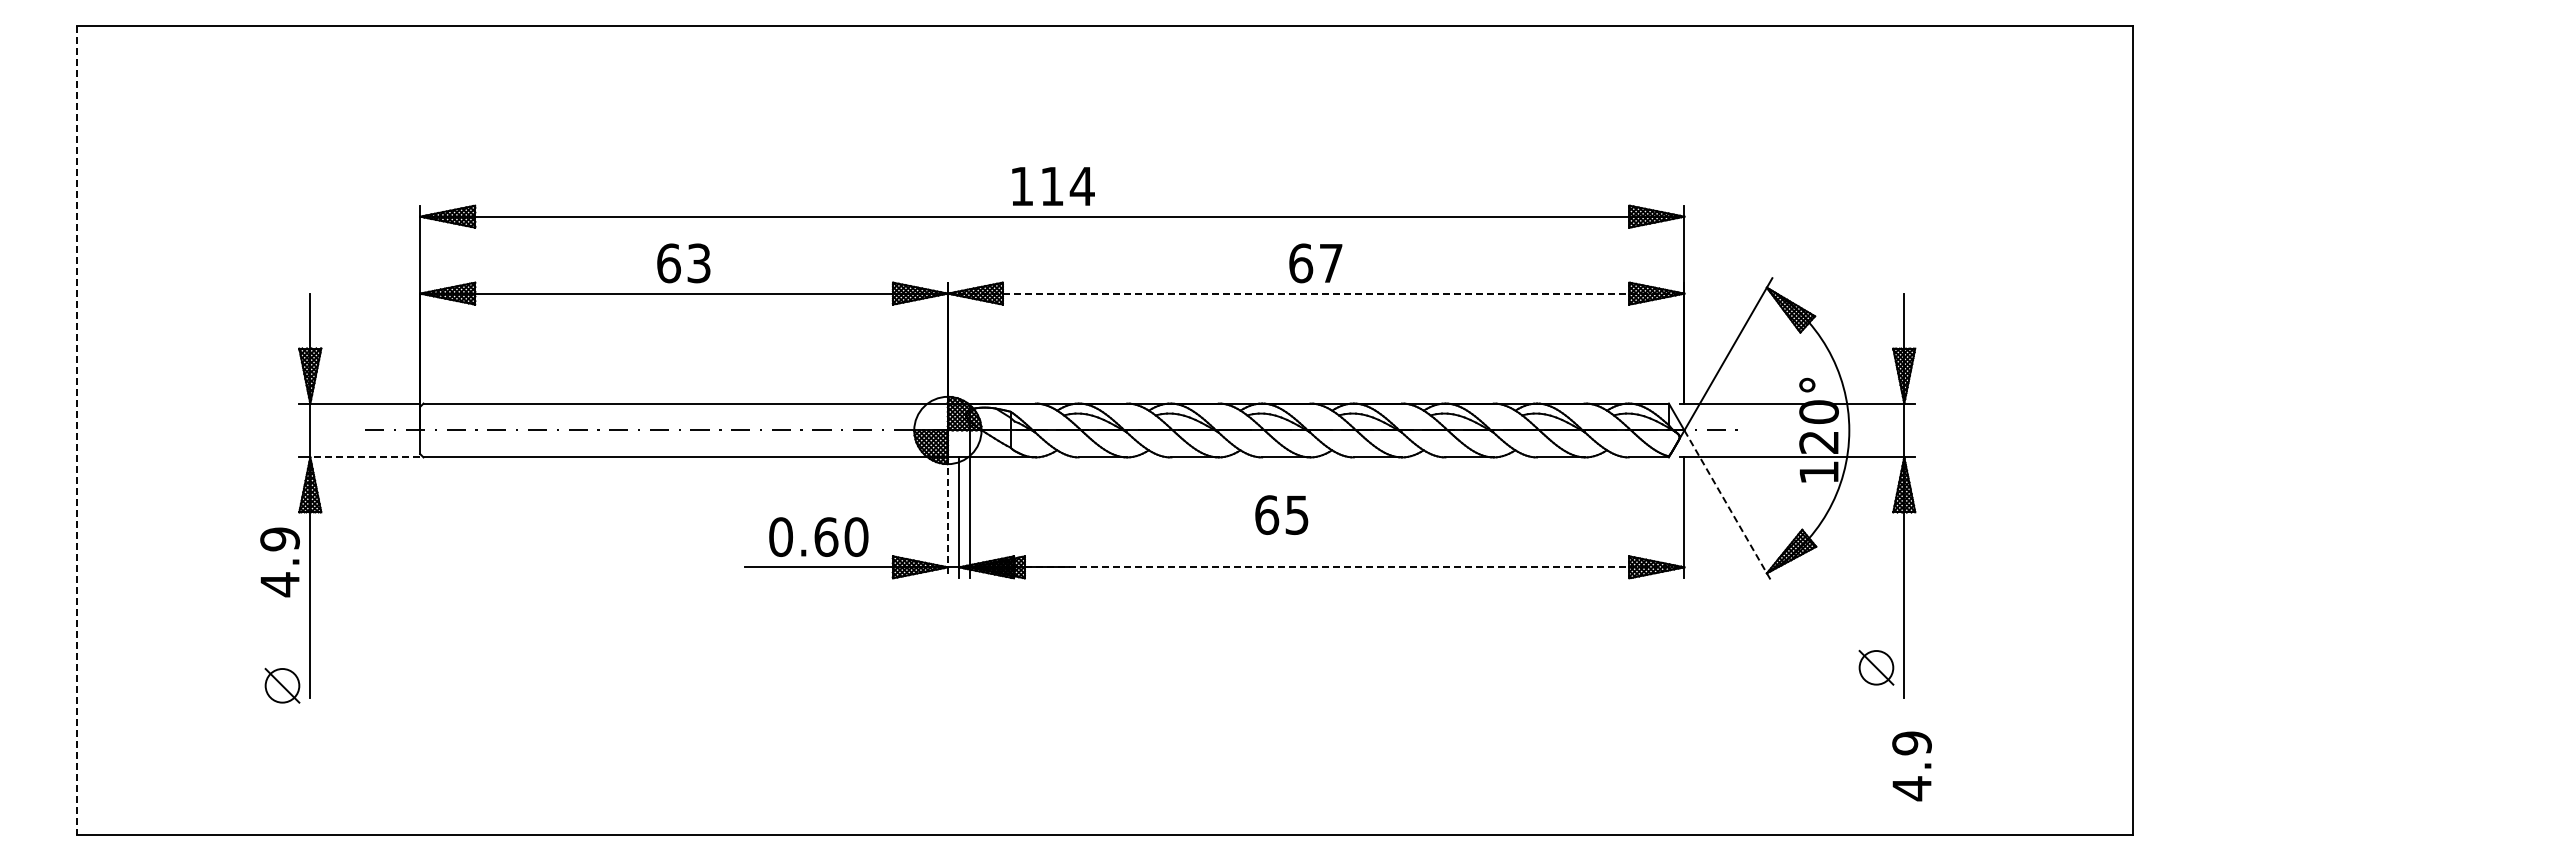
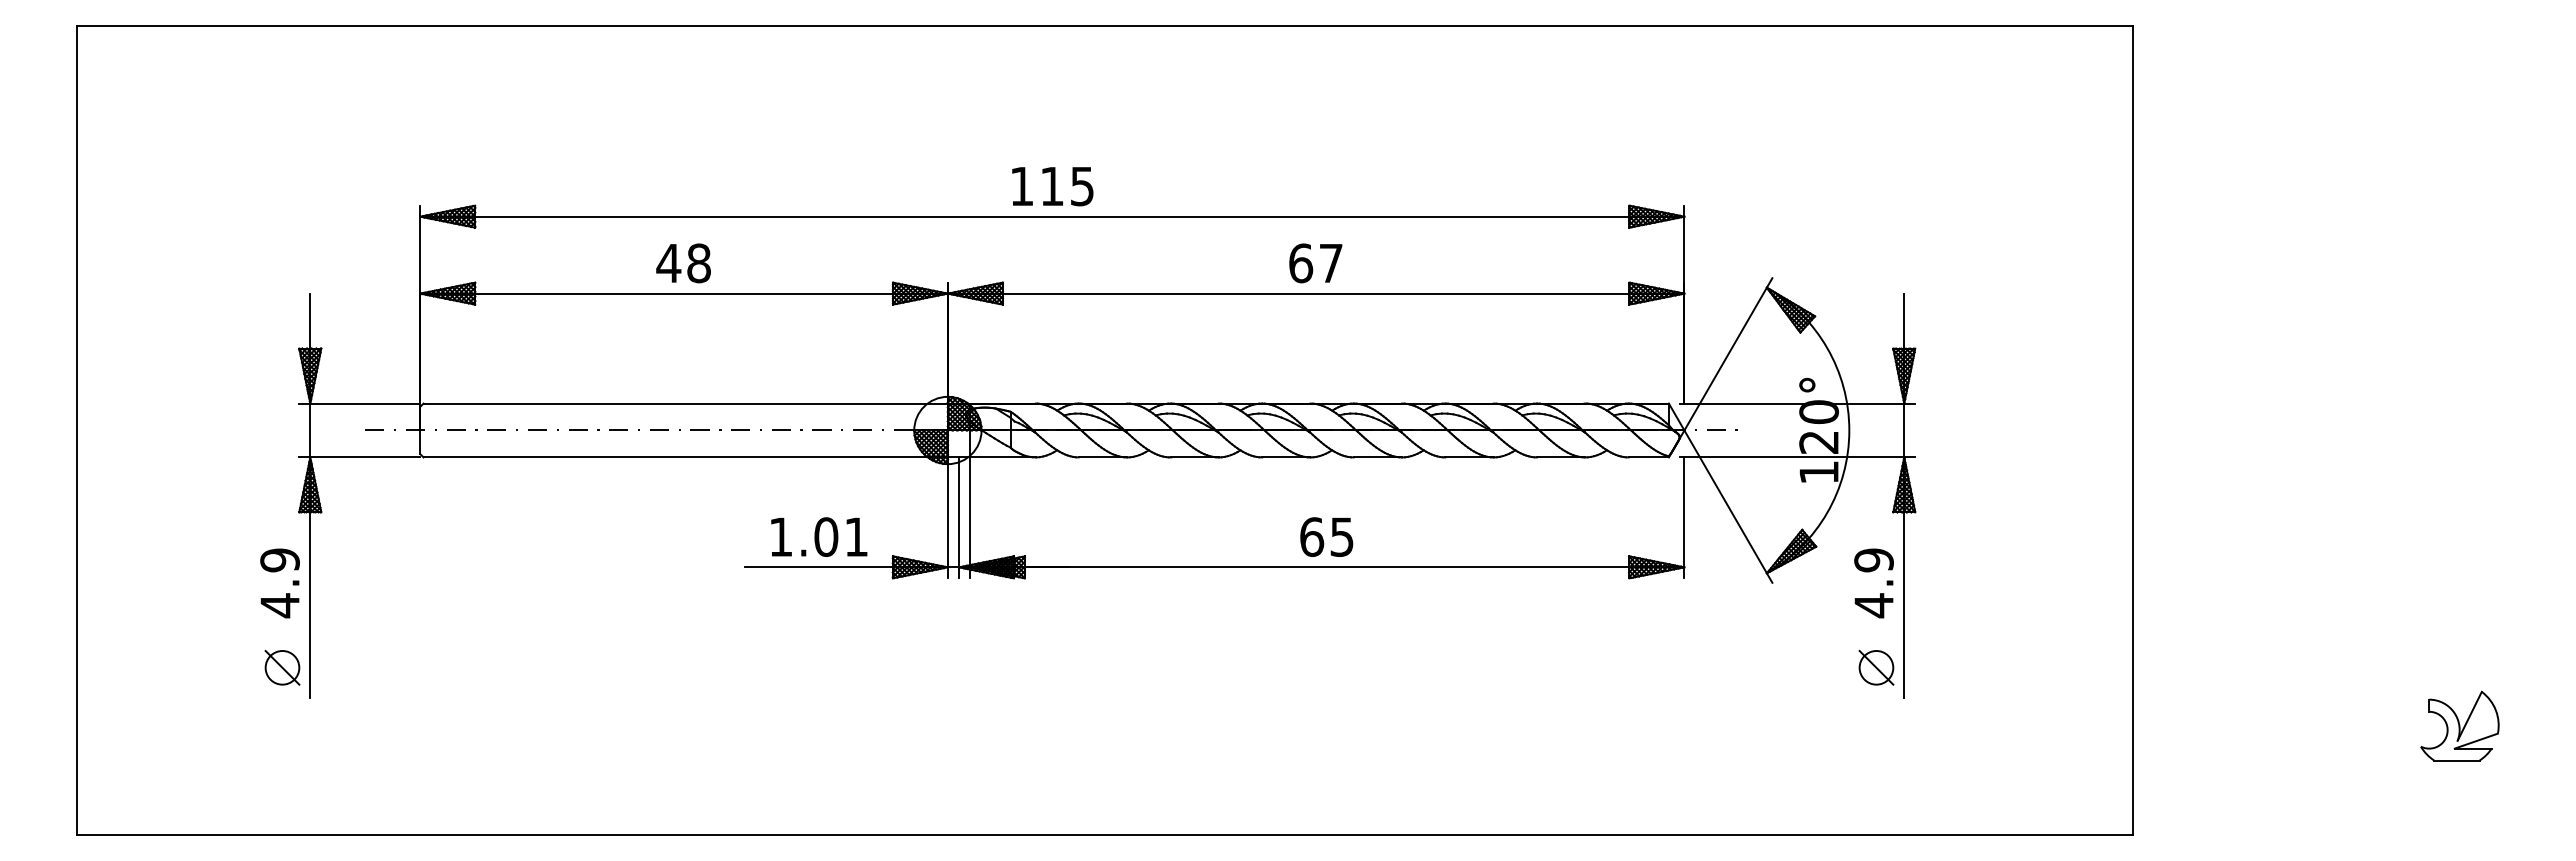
text at (1081, 186): 114 -> 115
text at (683, 263): 63 -> 48
line at (1316, 293): dashed -> solid
line at (77, 430): dashed -> solid
line at (365, 457): dashed -> solid
line at (1728, 506): dashed -> solid
text at (1281, 514) position: (1281, 514) -> (1326, 536)
line at (947, 518): dashed -> solid
text at (818, 536): 0.60 -> 1.01
text at (279, 562) position: (279, 562) -> (279, 583)
line at (1327, 567): dashed -> solid
part at (282, 685) position: (282, 685) -> (282, 667)
part at (2459, 725): none -> present
text at (1911, 766) position: (1911, 766) -> (1873, 583)
